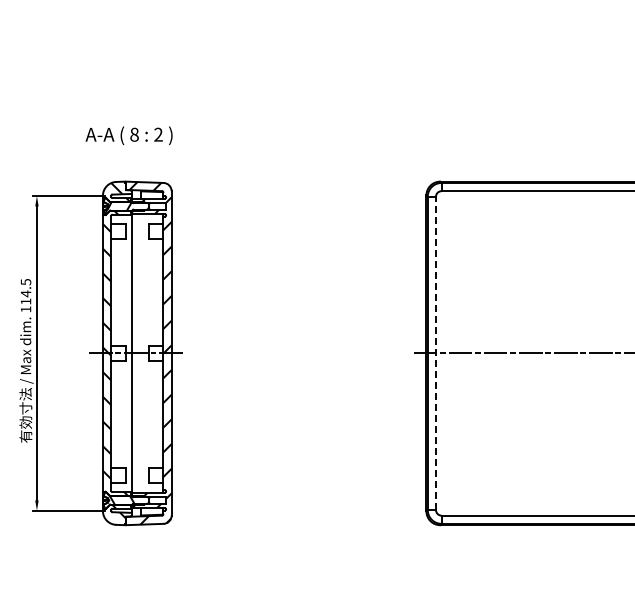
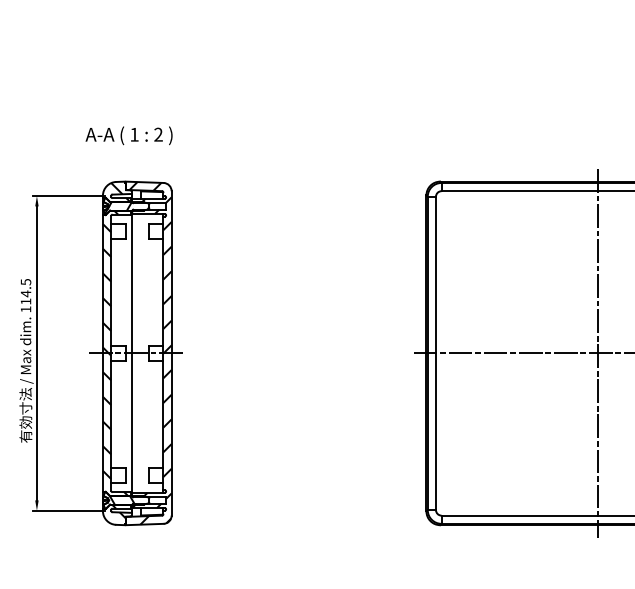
text at (134, 134): 8 -> 1
line at (436, 353): dashed -> solid
line at (598, 353): none -> present
